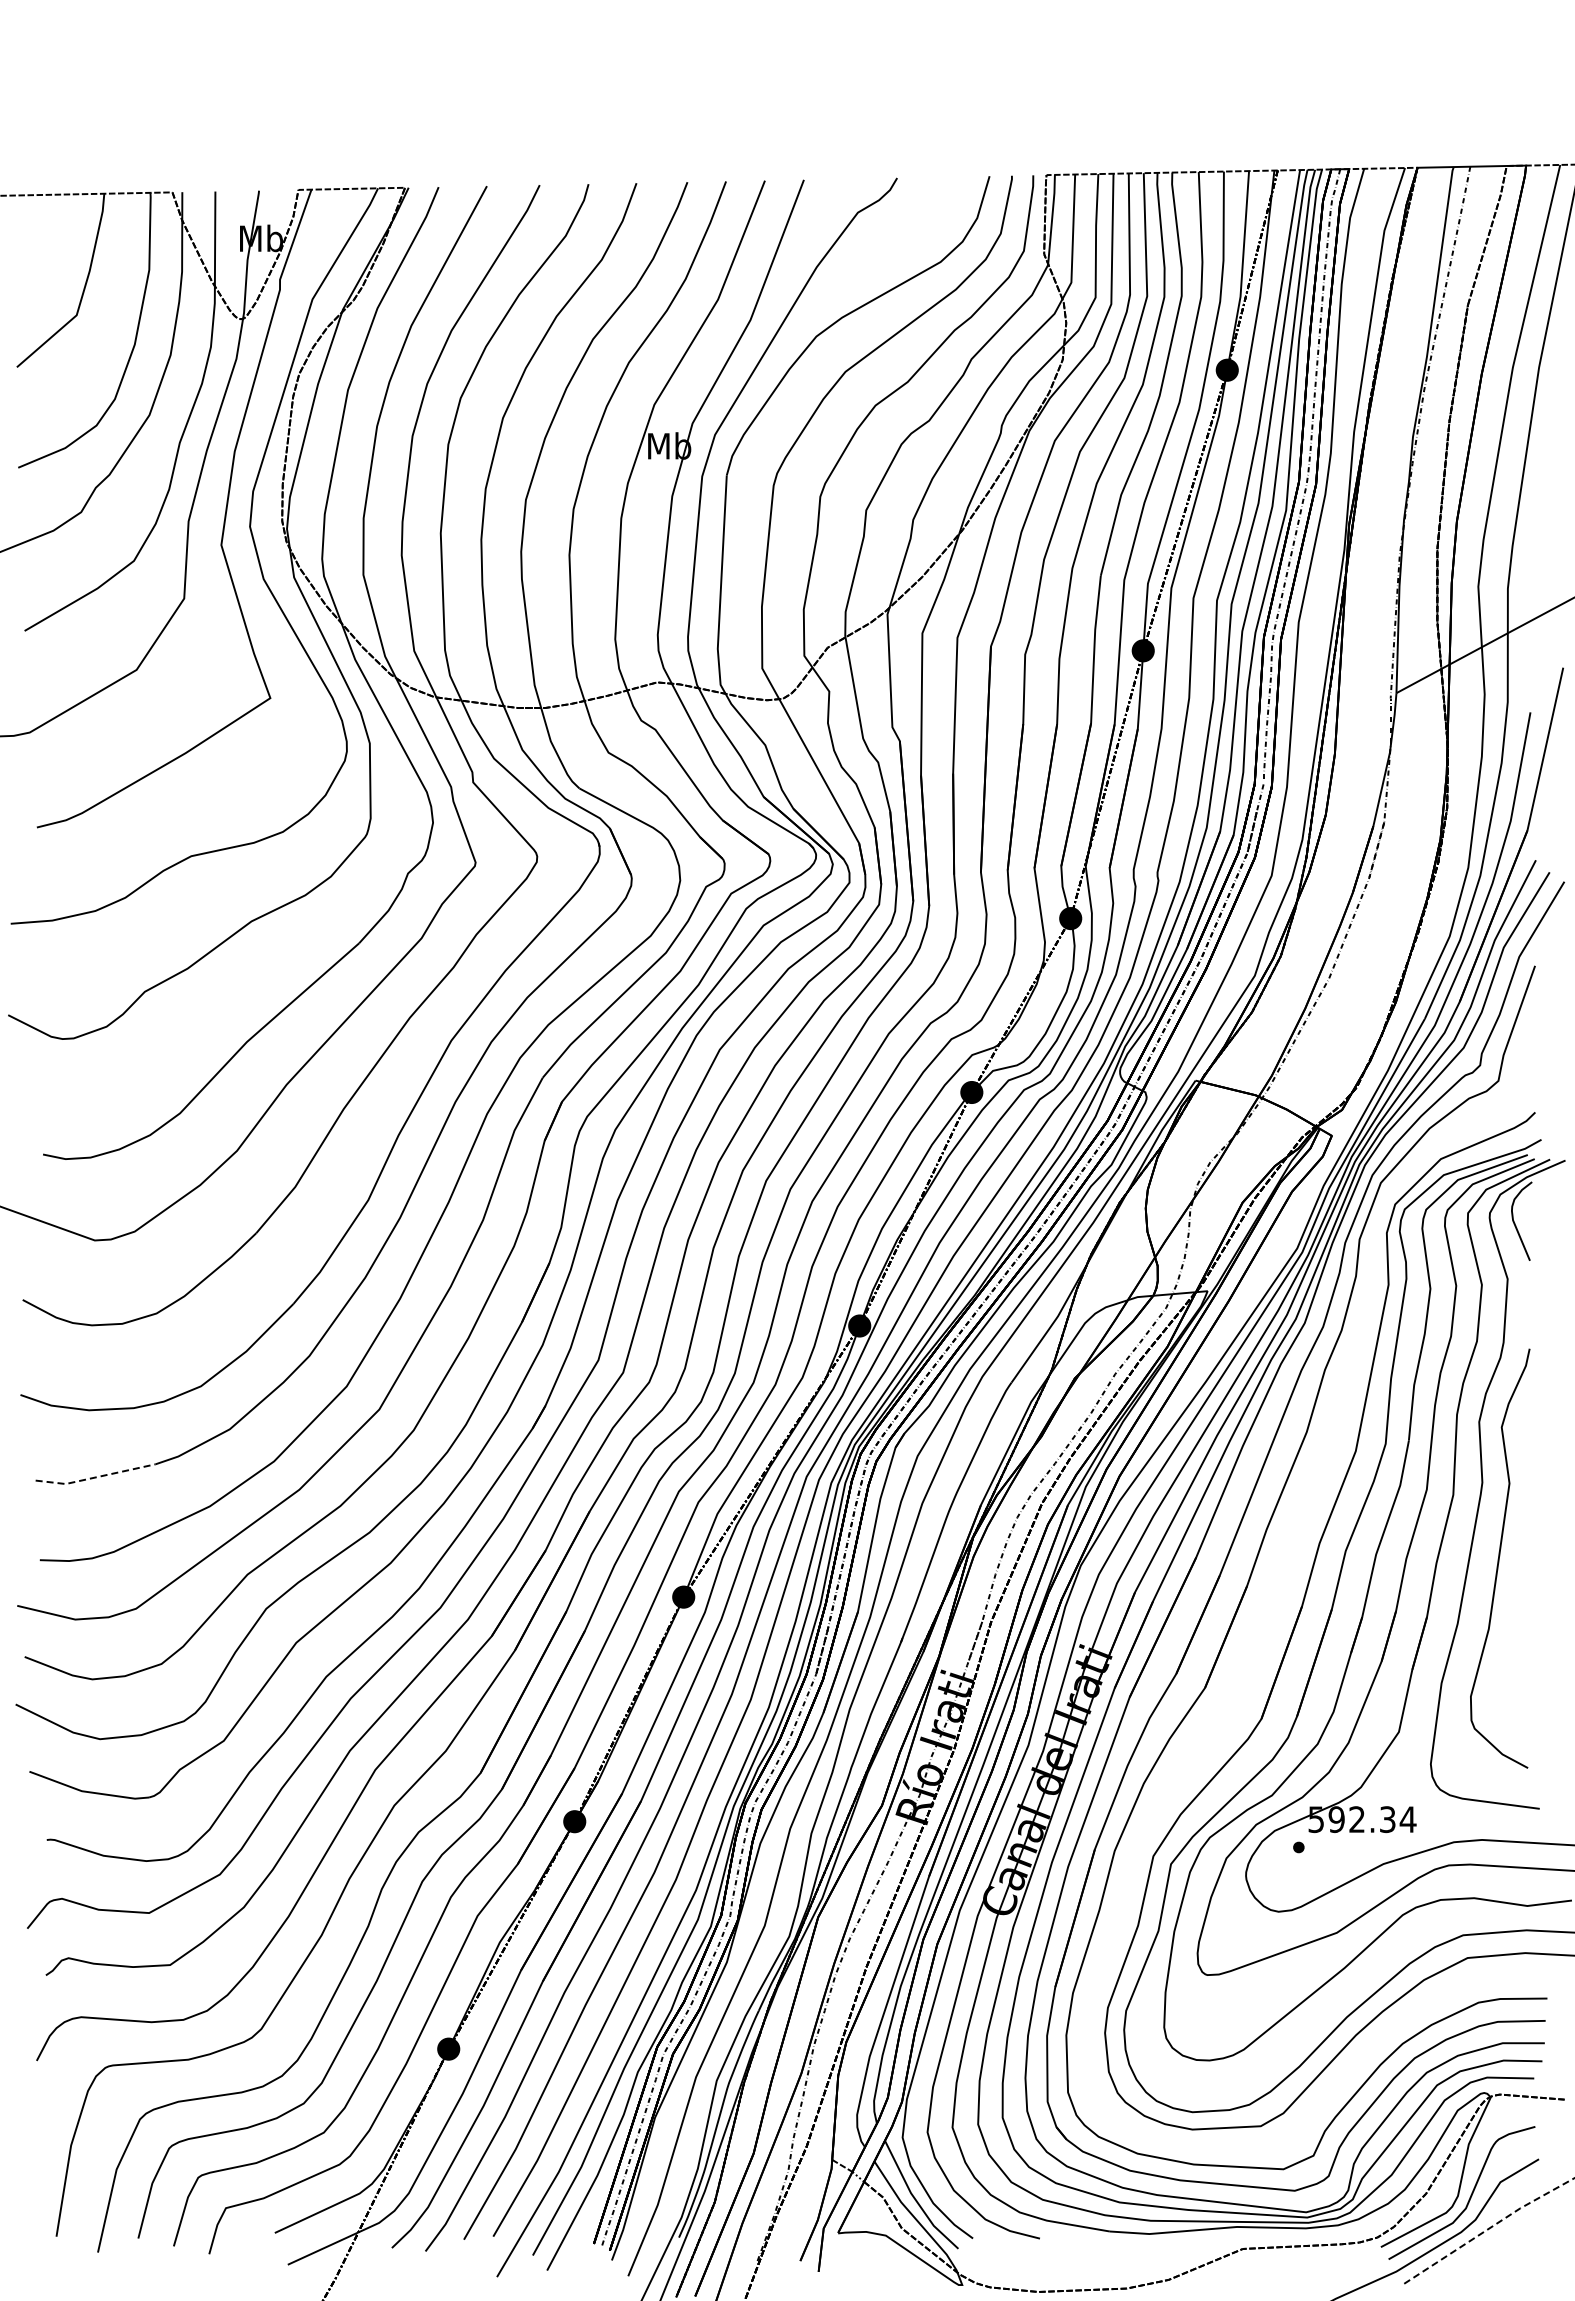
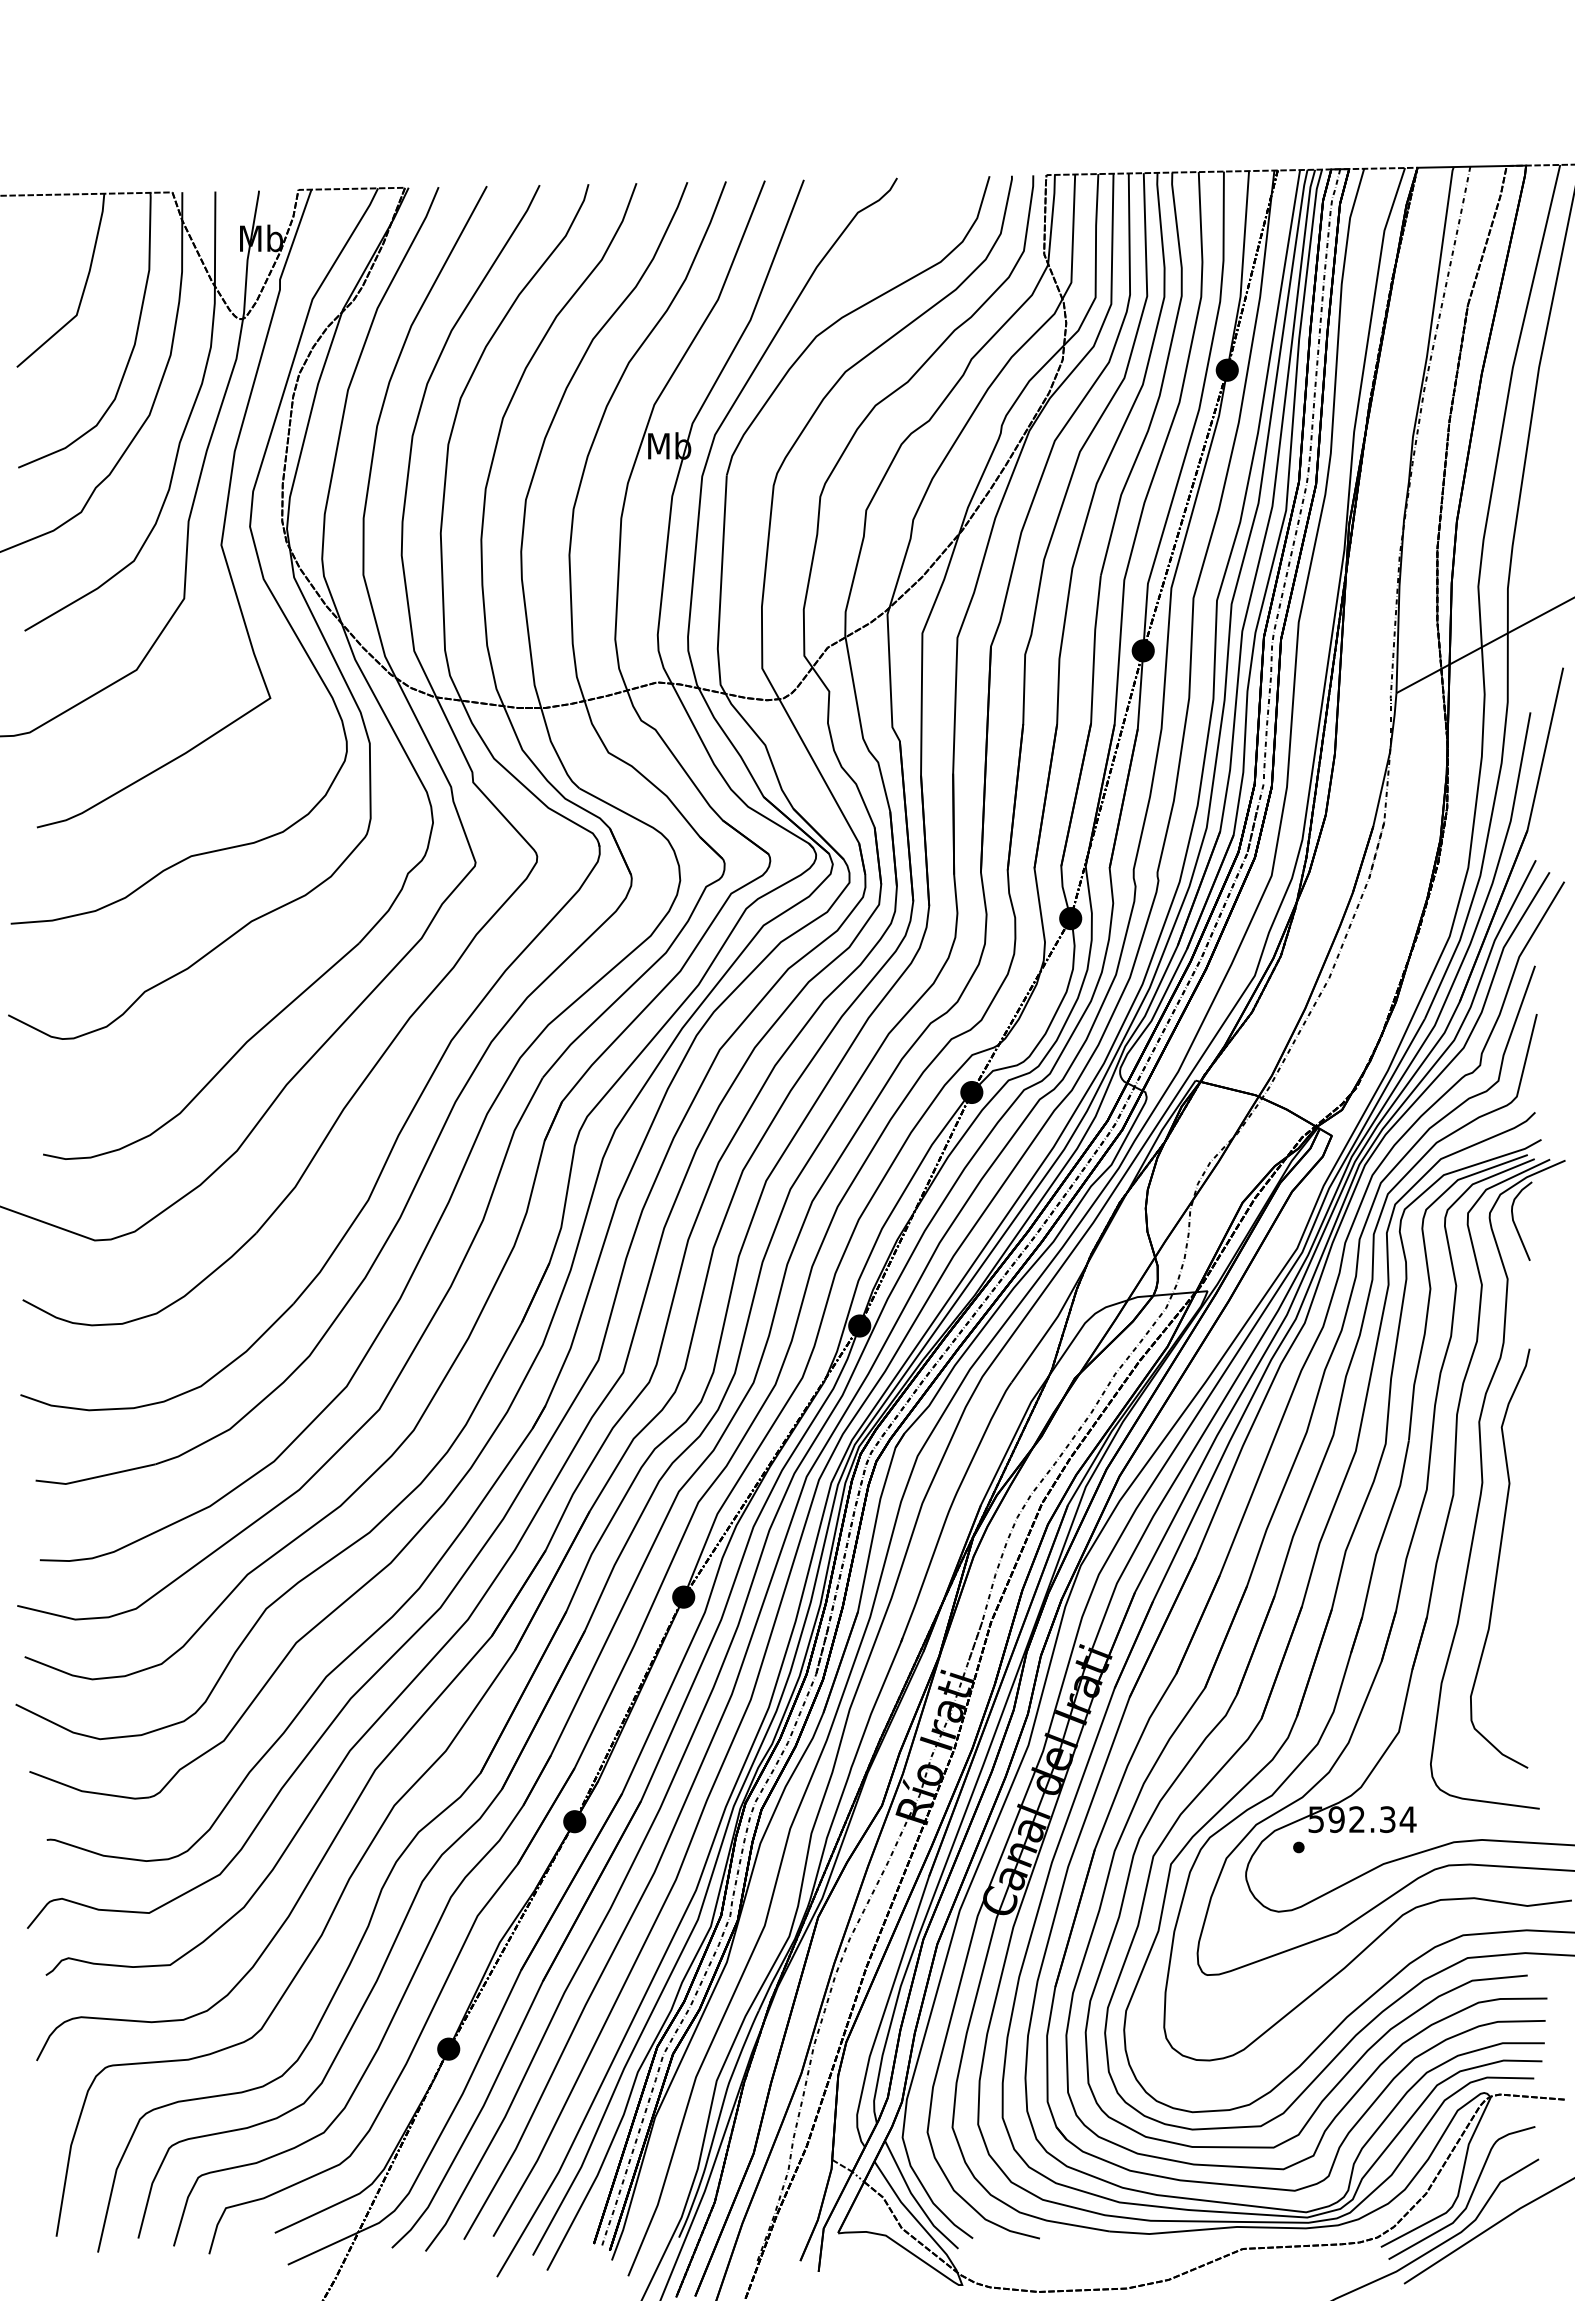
line at (95, 1477): dashed -> solid
part at (1283, 1571): none -> present
line at (1488, 2229): dashed -> solid
